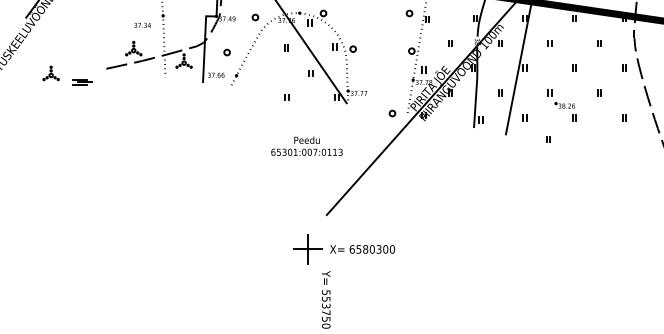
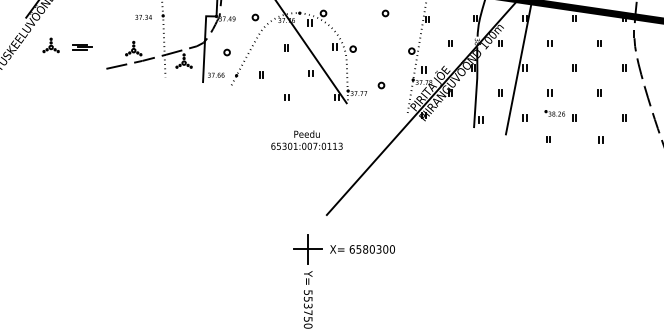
part at (409, 13) position: (409, 13) -> (385, 13)
text at (142, 24) position: (142, 24) -> (143, 16)
part at (50, 73) position: (50, 73) -> (50, 45)
part at (261, 74): none -> present
part at (82, 82) position: (82, 82) -> (82, 47)
part at (564, 105) position: (564, 105) -> (554, 113)
part at (392, 113) position: (392, 113) -> (381, 85)
part at (600, 139): none -> present
text at (306, 145) position: (306, 145) -> (306, 139)
text at (325, 299) position: (325, 299) -> (307, 299)
